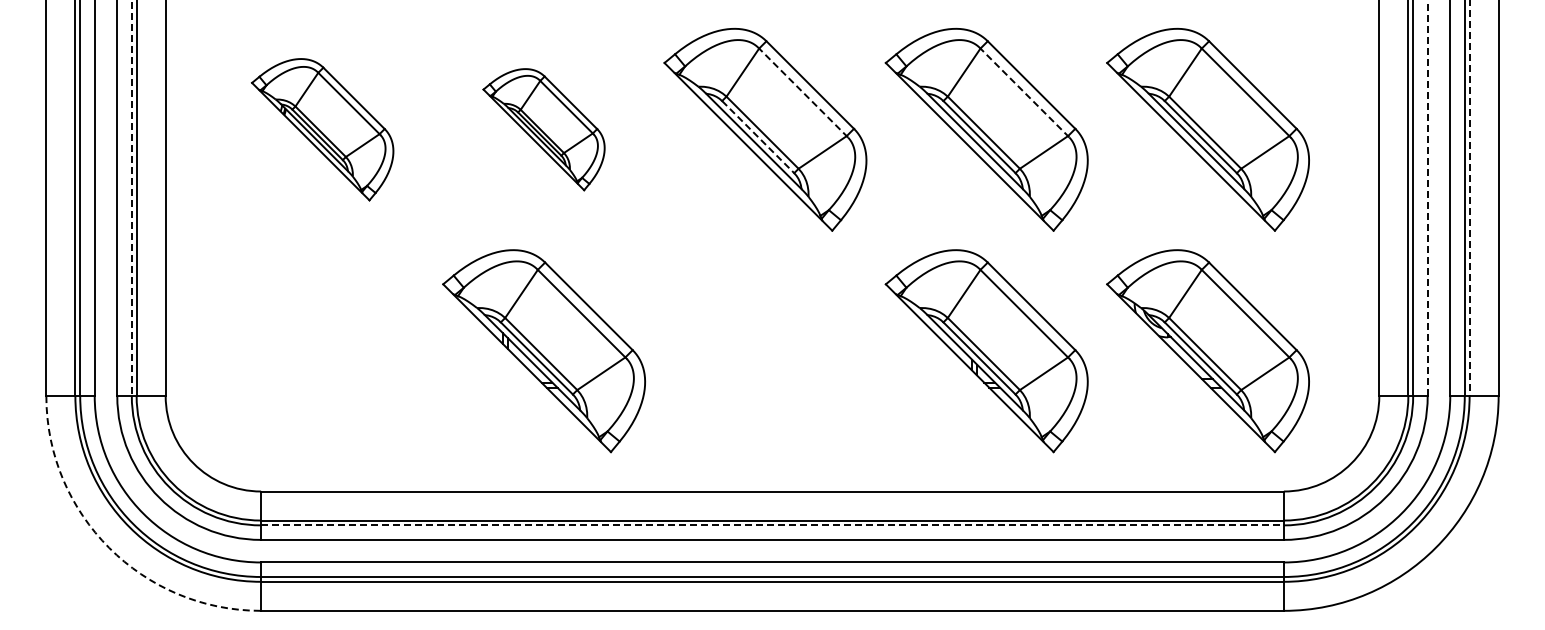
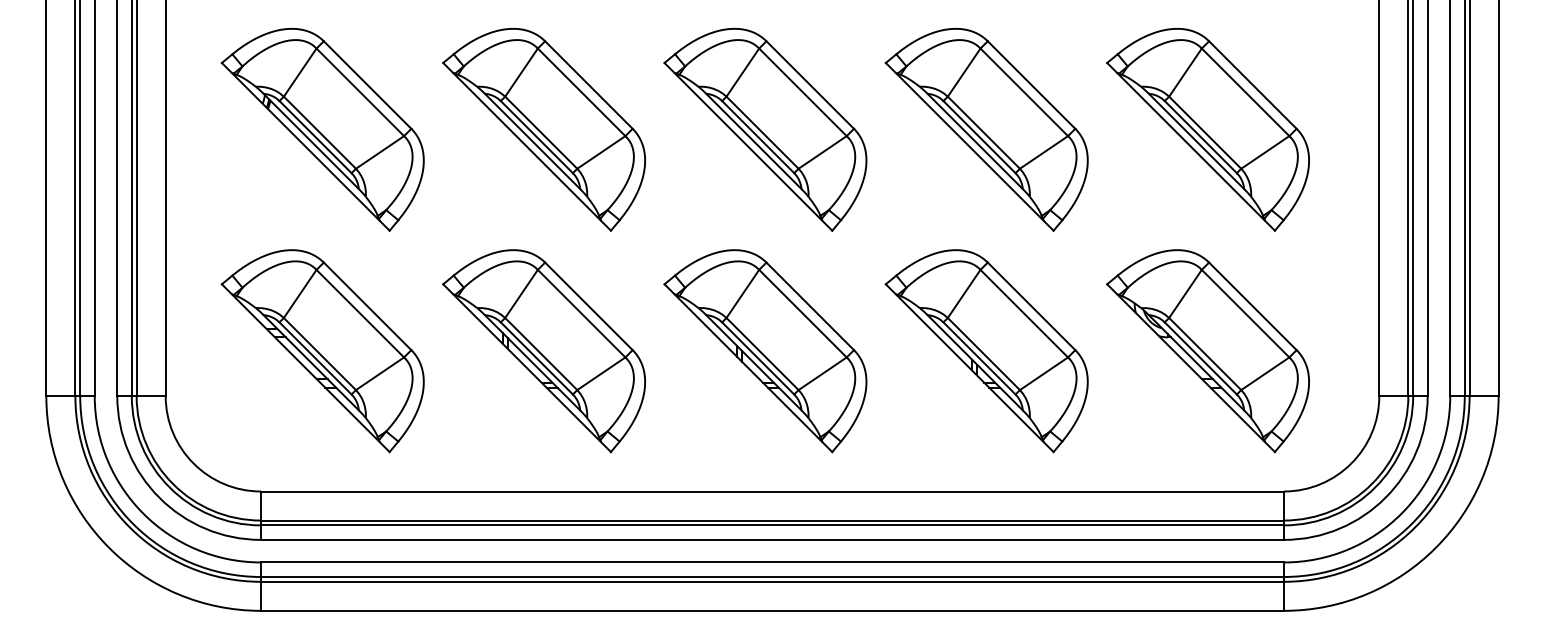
line at (803, 93): dashed -> solid
line at (1024, 93): dashed -> solid
part at (322, 129) size: 144x144 px -> 205x205 px
part at (543, 129) size: 124x124 px -> 204x205 px
line at (758, 137): dashed -> solid
line at (131, 198): dashed -> solid
line at (1427, 198): dashed -> solid
line at (1469, 198): dashed -> solid
part at (322, 351): none -> present
part at (765, 351): none -> present
line at (772, 525): dashed -> solid
arc at (109, 547): dashed -> solid
